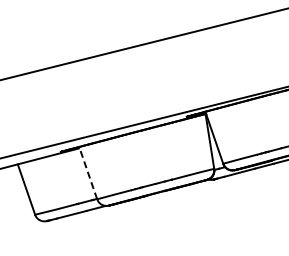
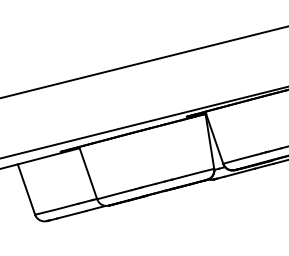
line at (143, 44) position: (143, 44) -> (143, 62)
line at (88, 173): dashed -> solid
